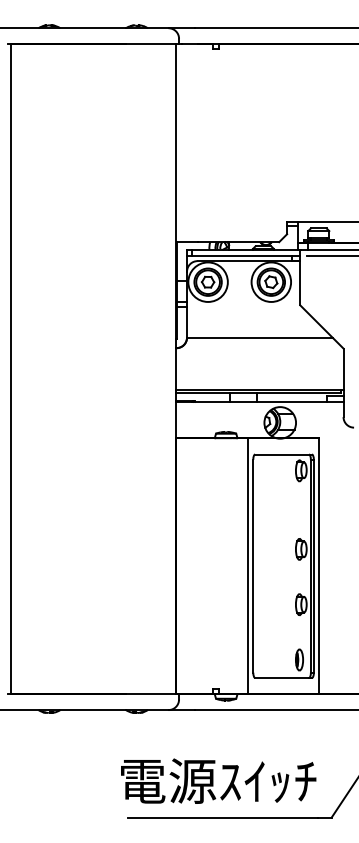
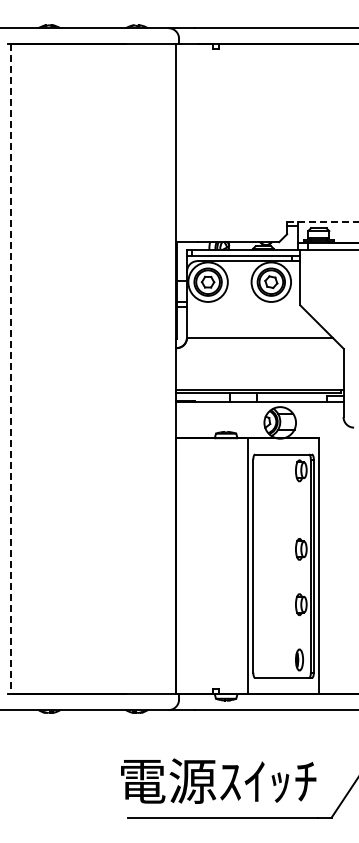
line at (322, 221): solid -> dashed
line at (330, 255): present -> none
line at (10, 369): solid -> dashed
